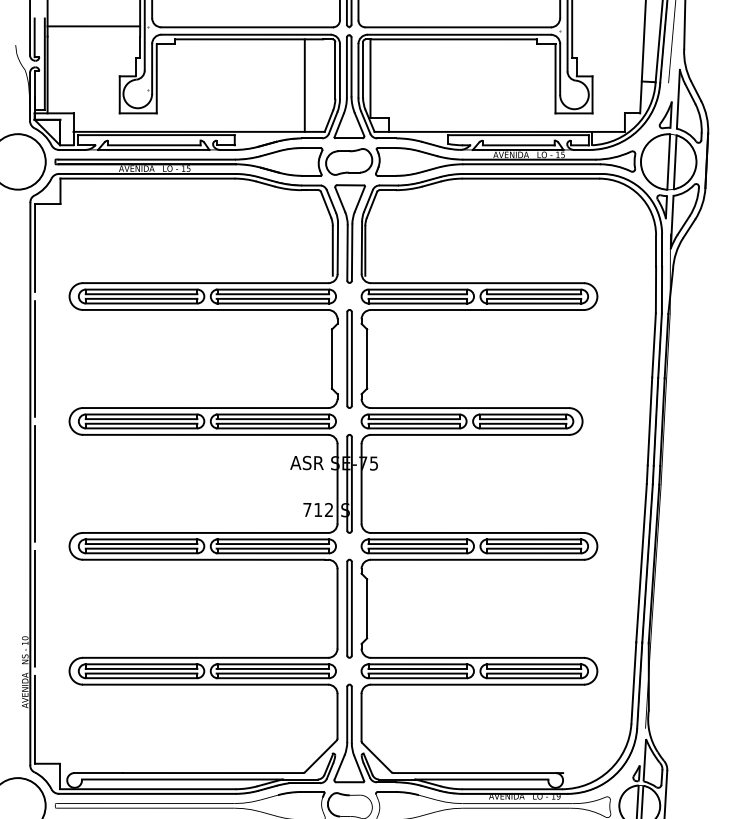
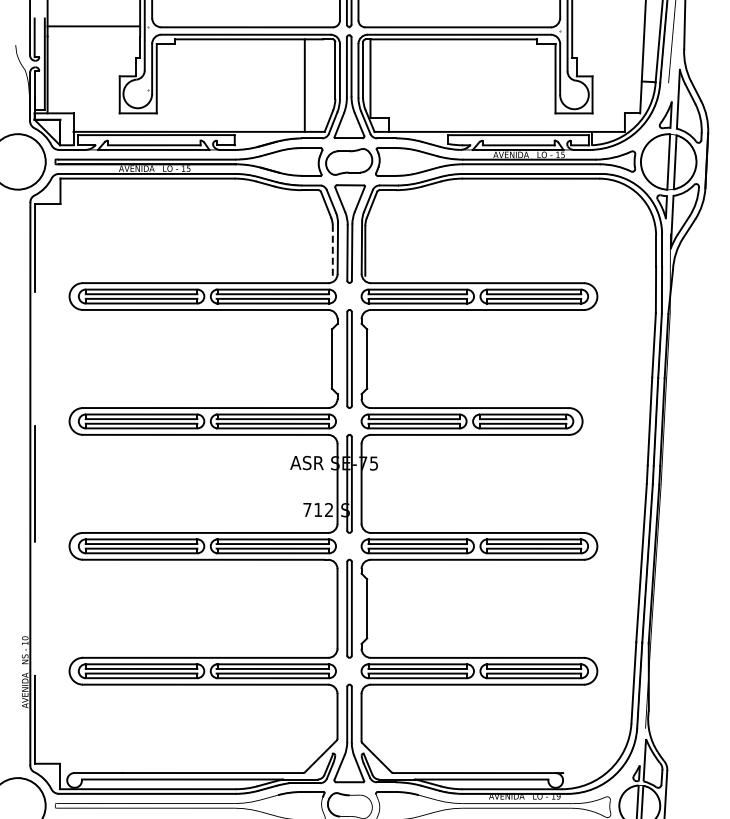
line at (332, 250): solid -> dashed
line at (35, 358): present -> none
line at (34, 608): present -> none
